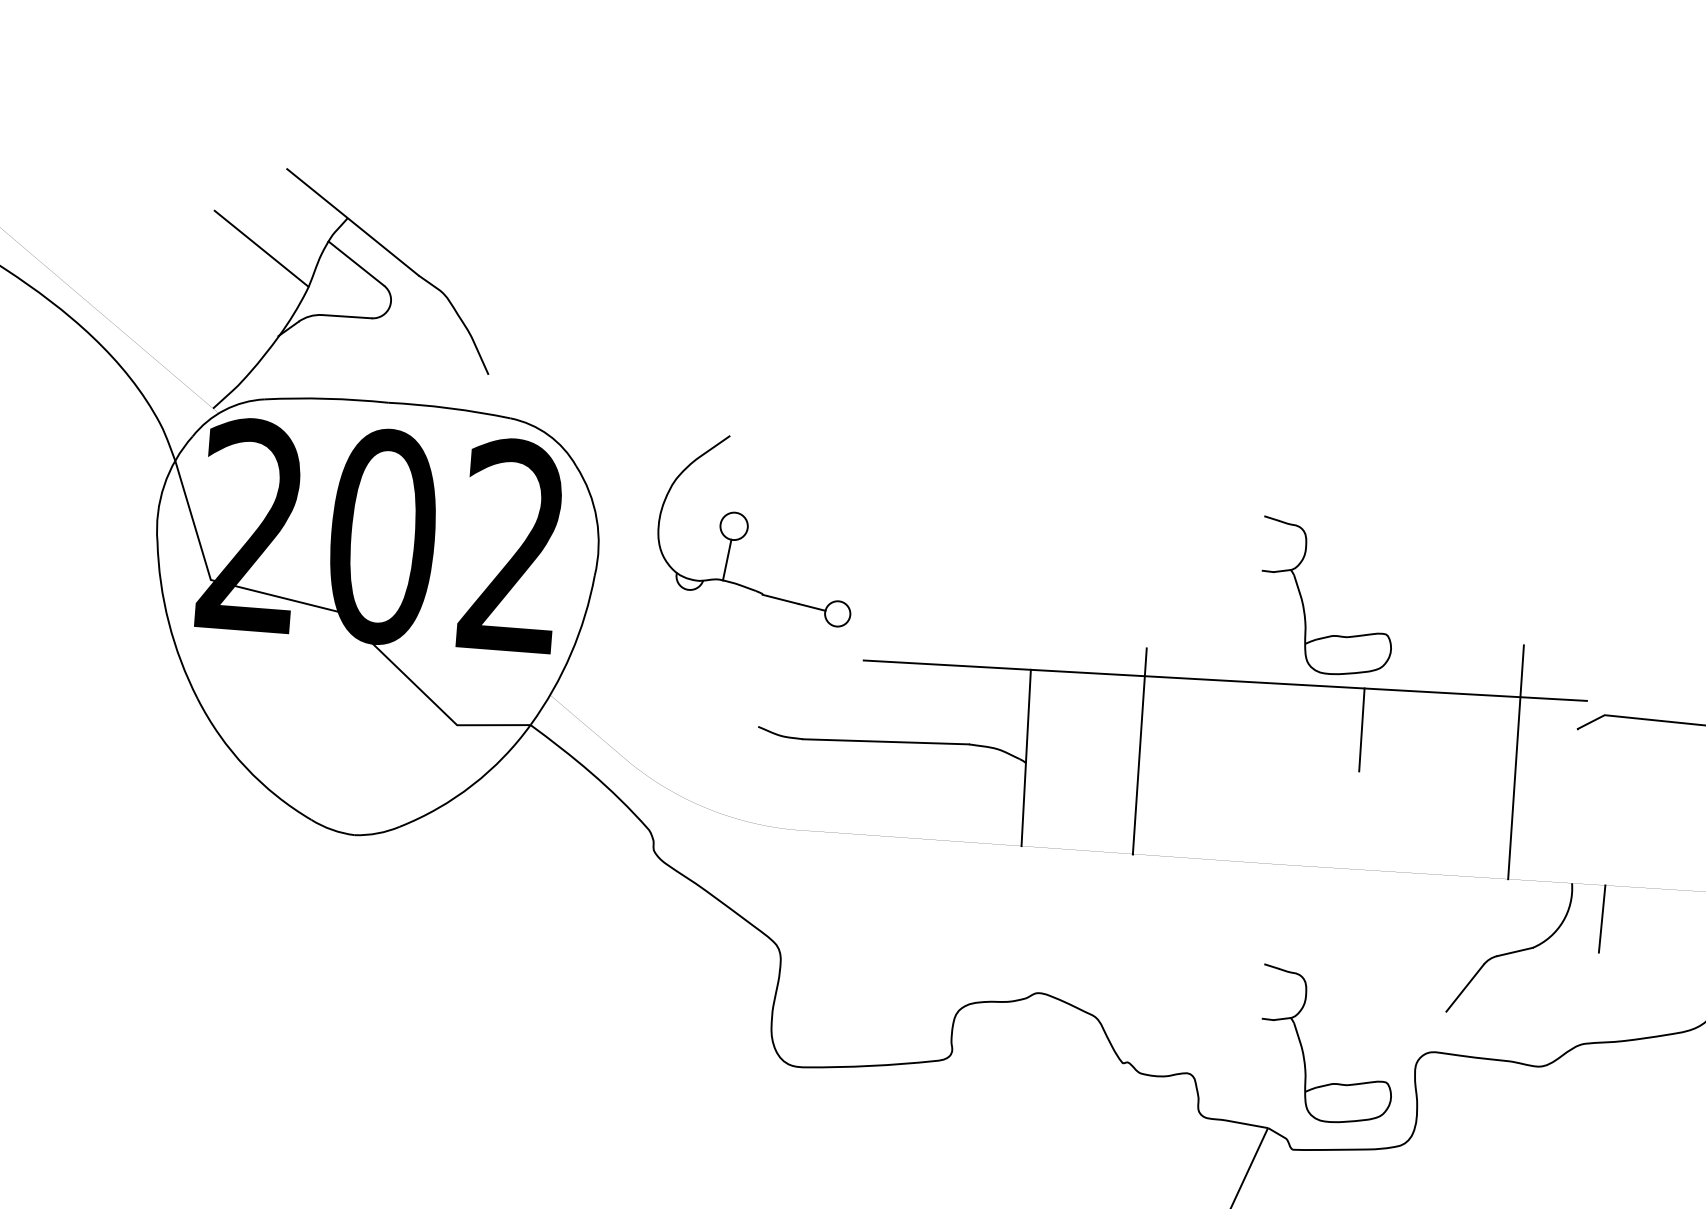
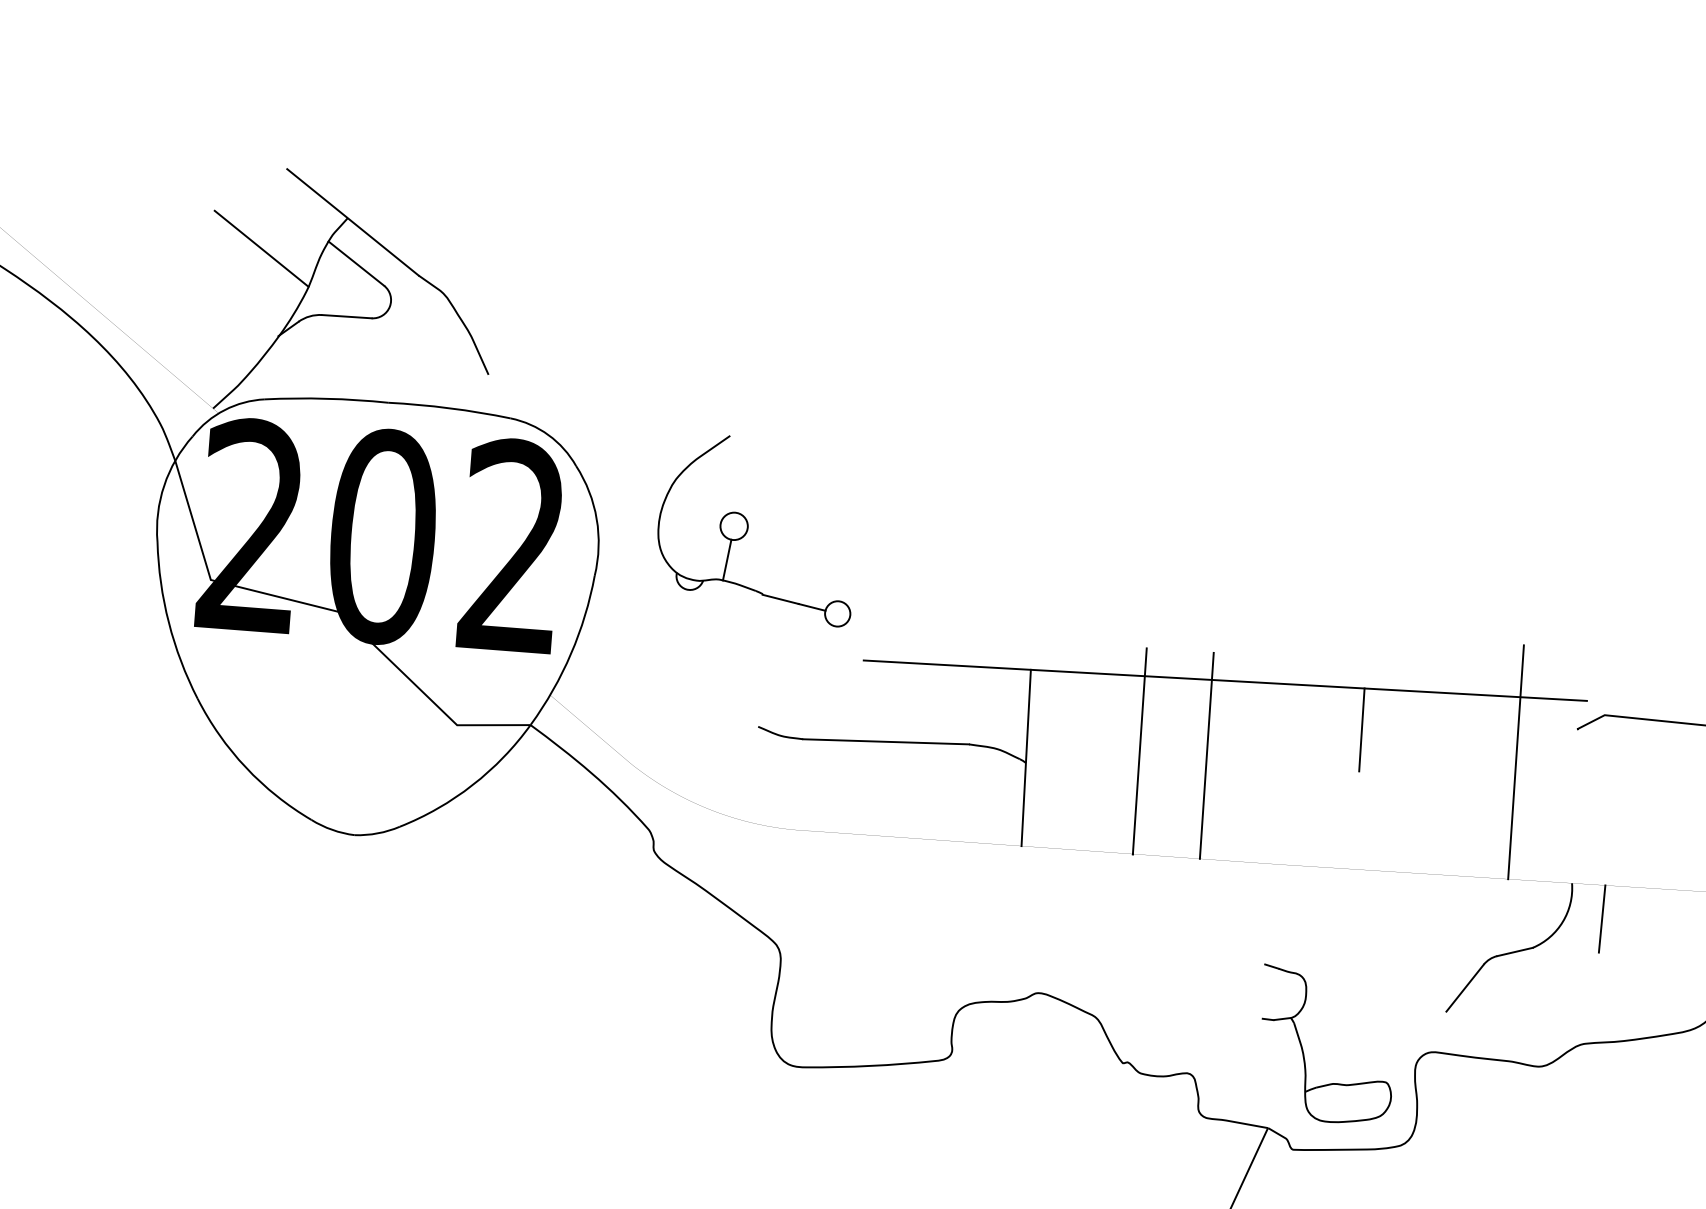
part at (1303, 601): present -> none
line at (1206, 755): none -> present
